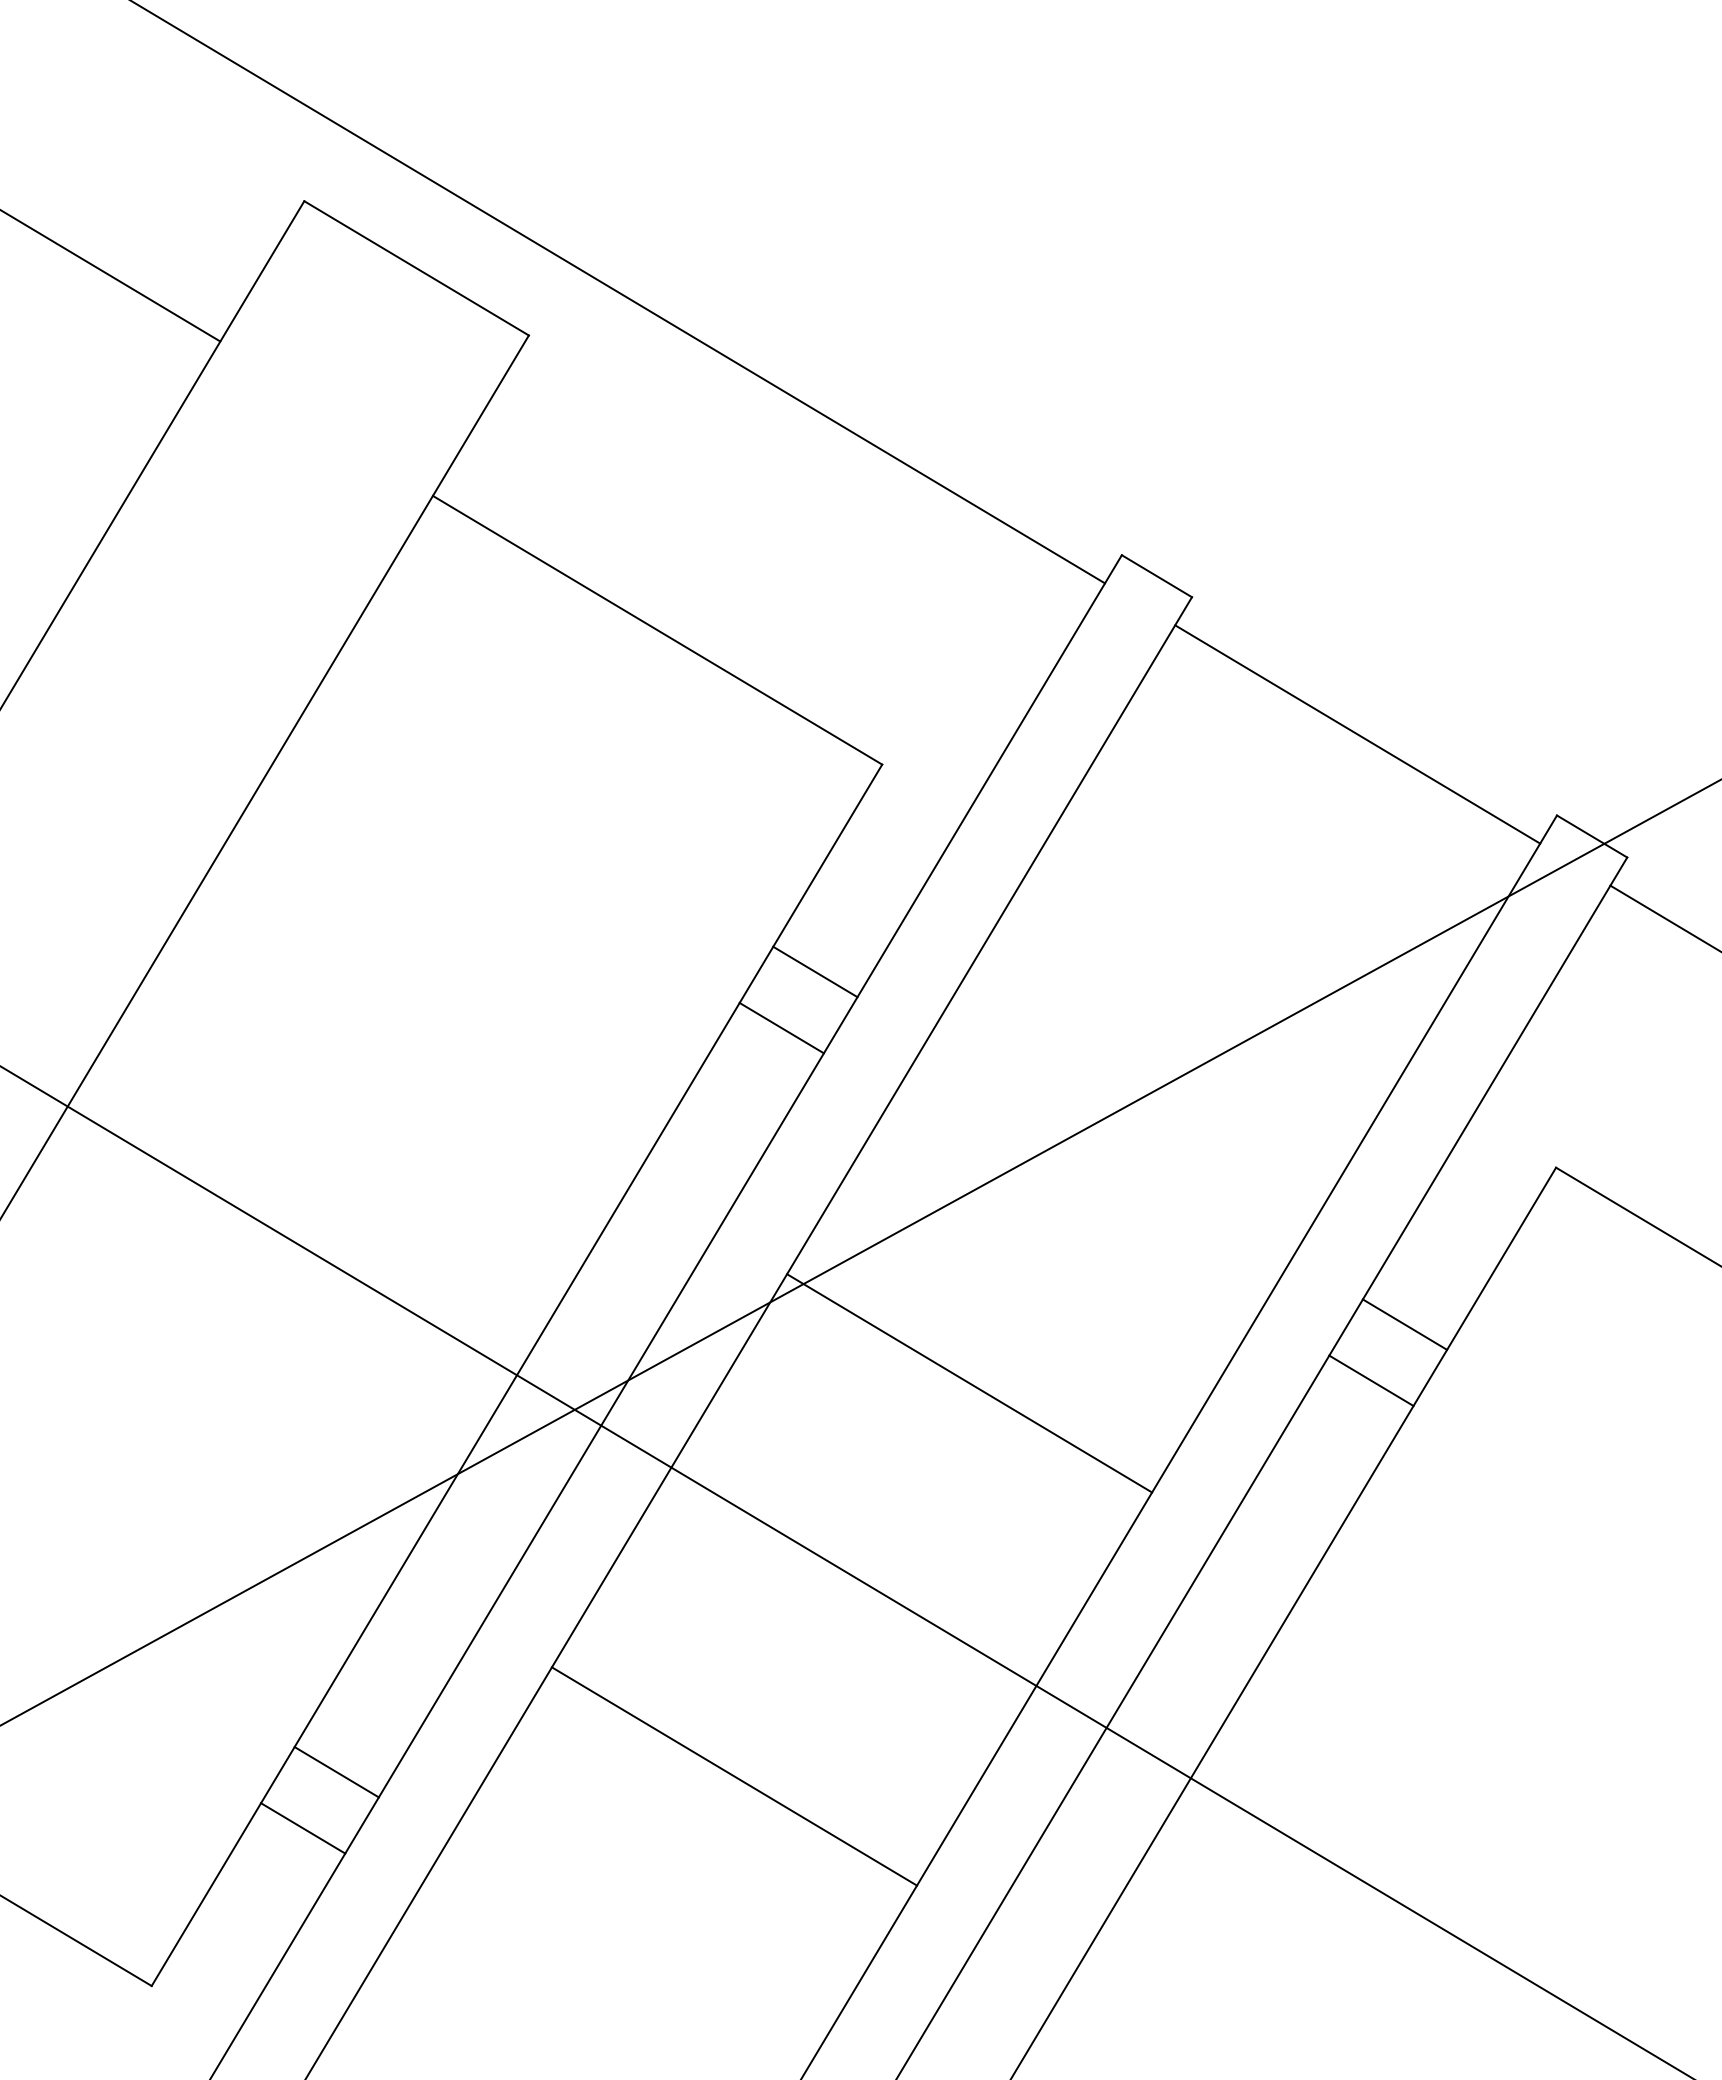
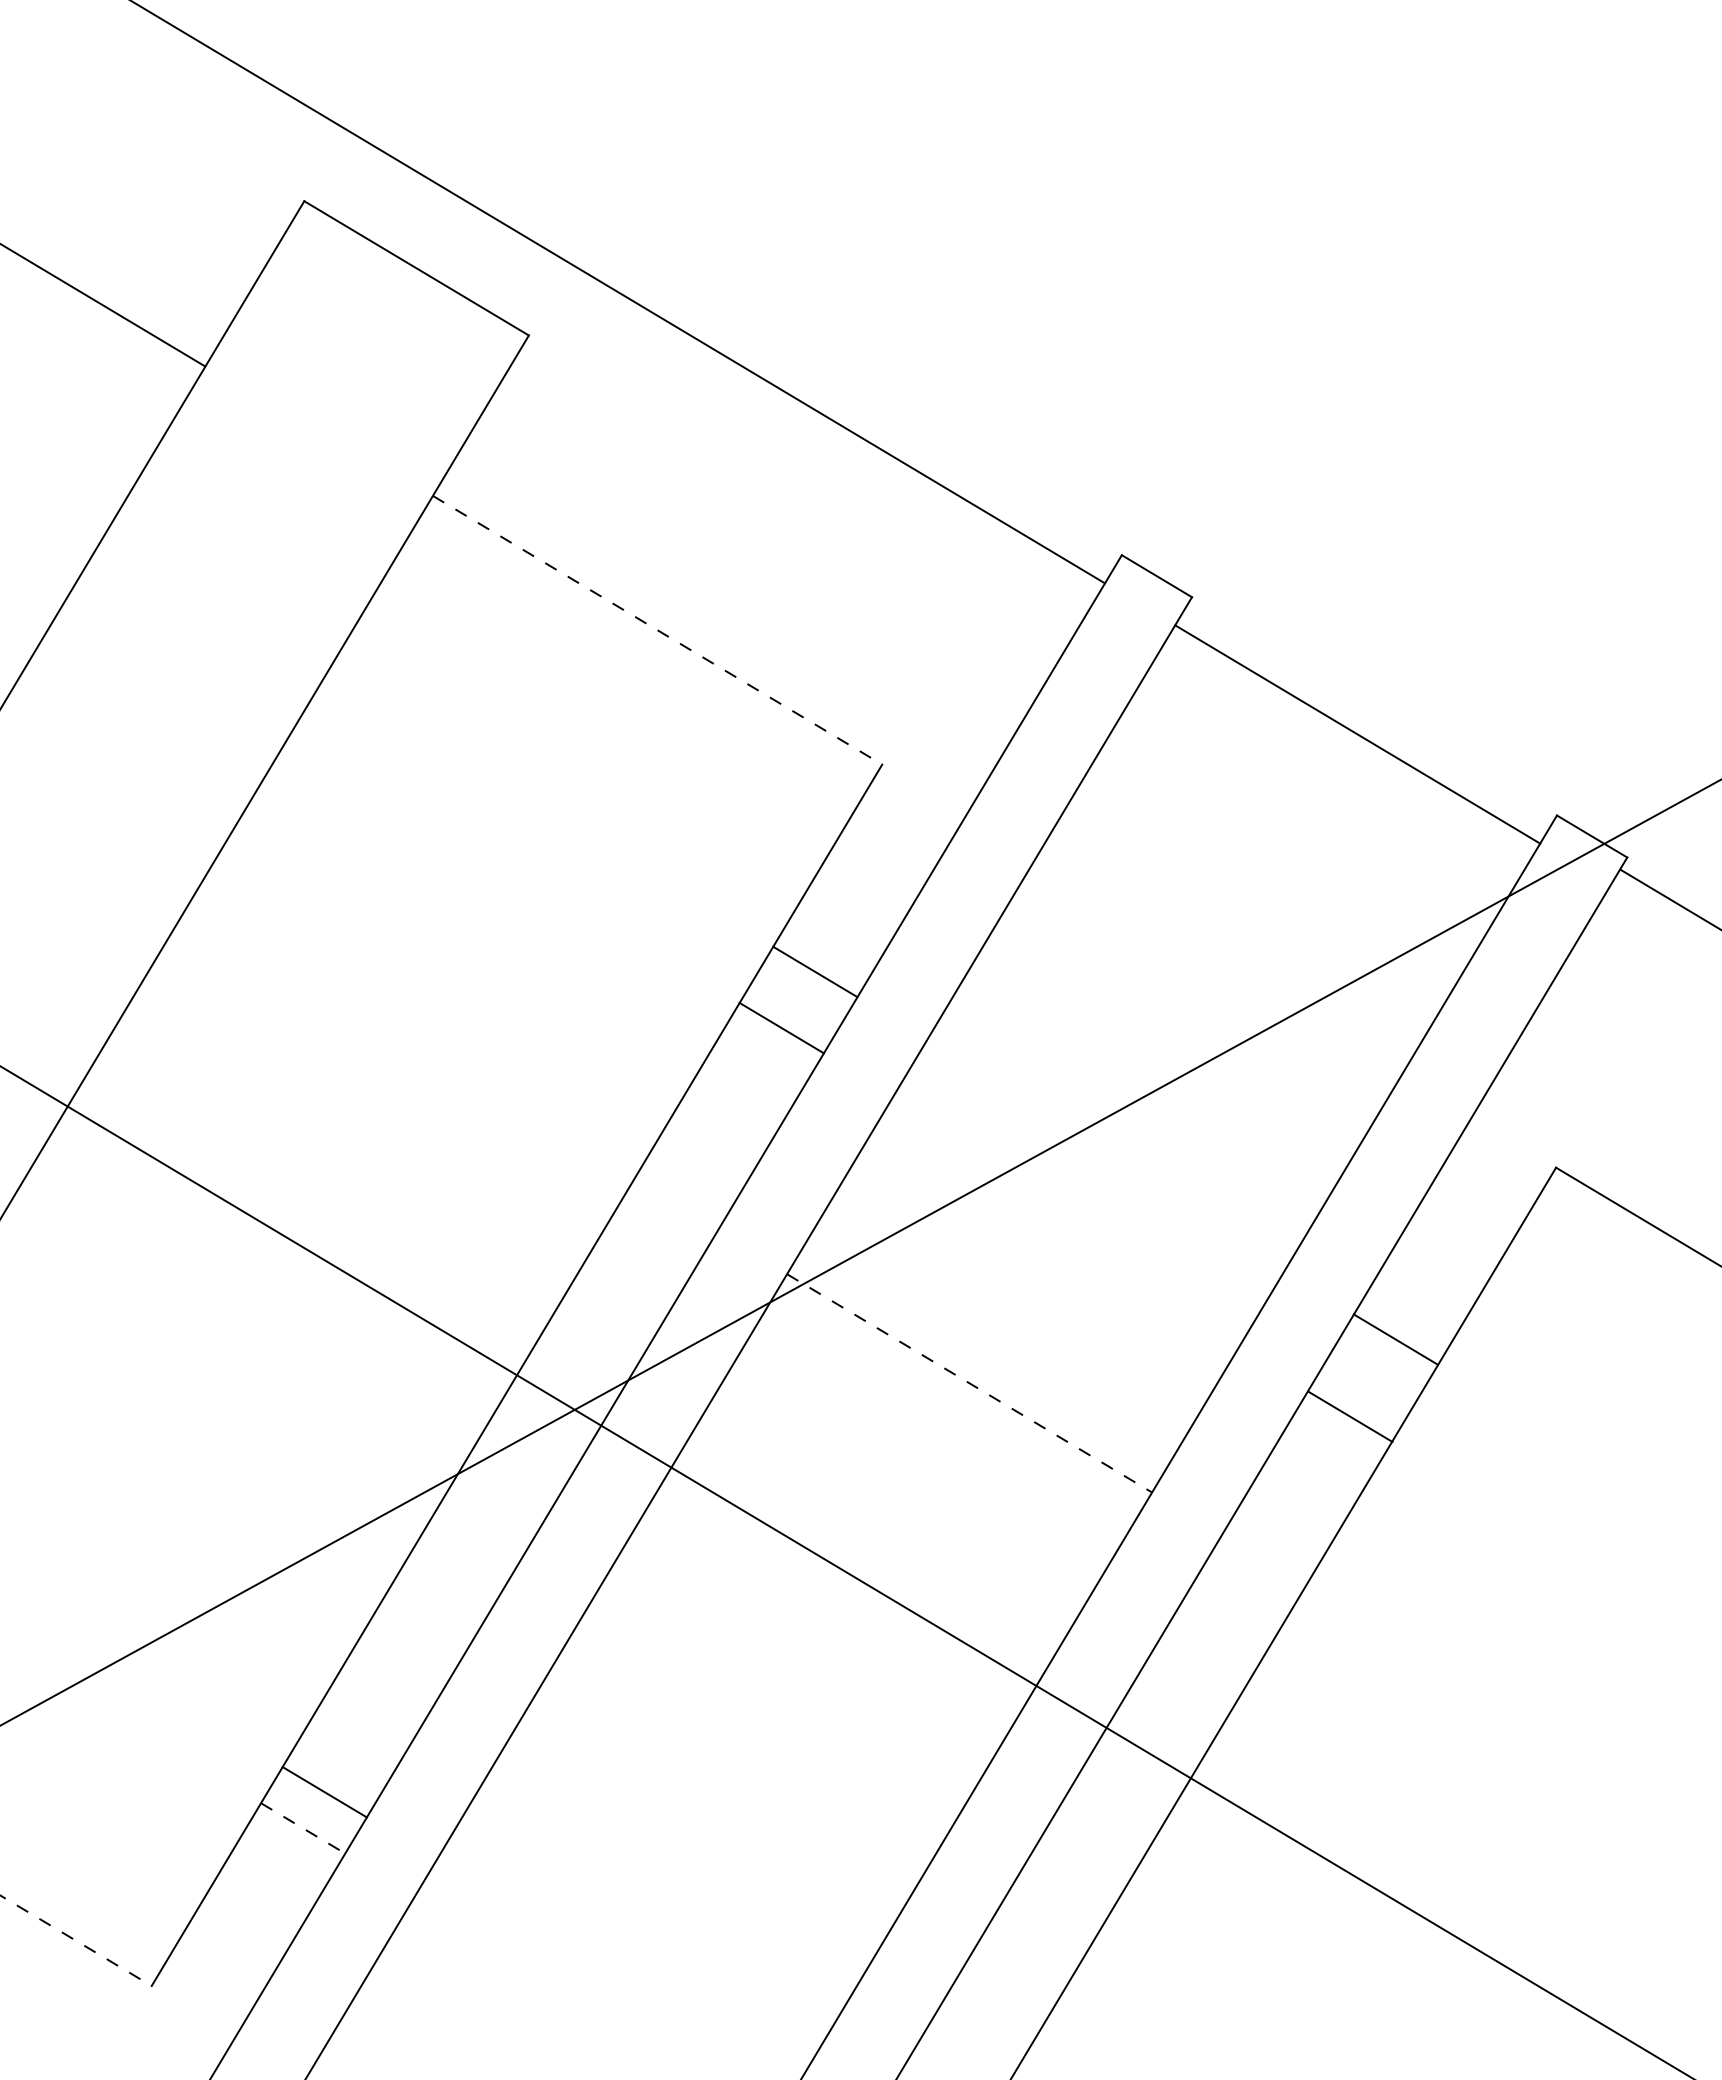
line at (111, 276) position: (111, 276) -> (103, 305)
line at (657, 630): solid -> dashed
line at (1664, 917) position: (1664, 917) -> (1669, 898)
line at (1404, 1324) position: (1404, 1324) -> (1395, 1339)
line at (1371, 1380) position: (1371, 1380) -> (1350, 1416)
line at (969, 1383): solid -> dashed
line at (336, 1772) position: (336, 1772) -> (324, 1792)
line at (734, 1776): present -> none
line at (303, 1828): solid -> dashed
line at (76, 1940): solid -> dashed
